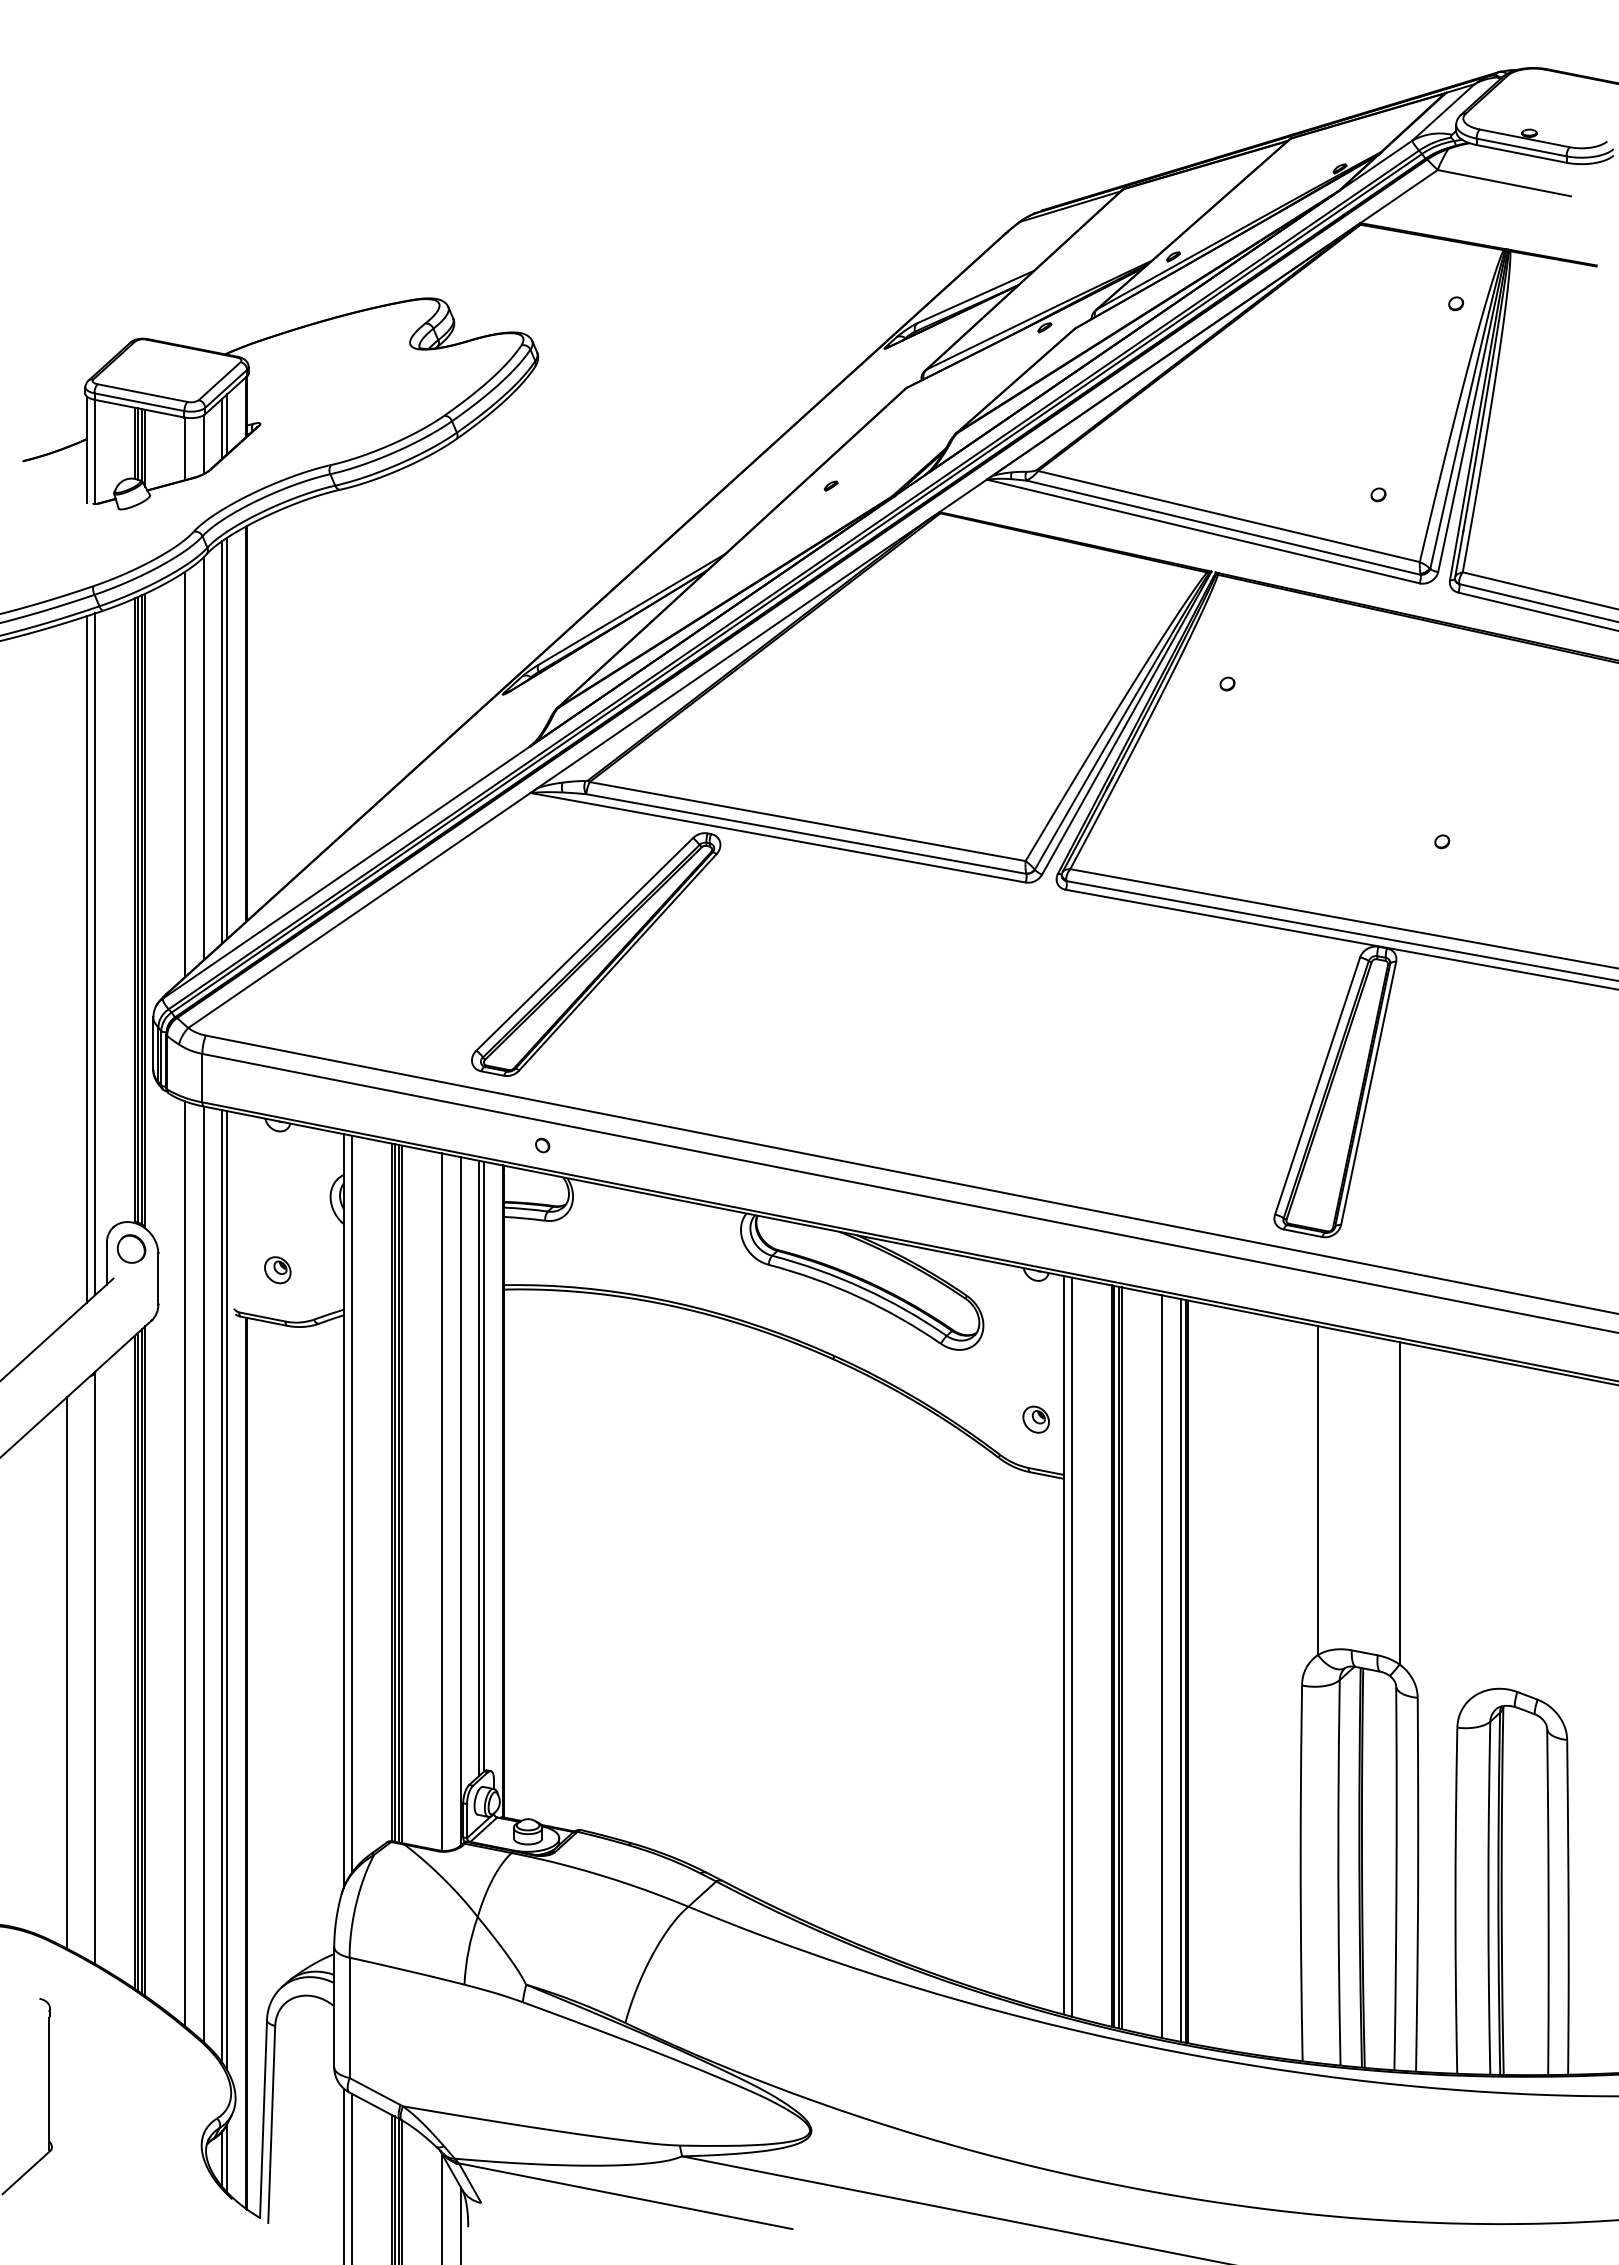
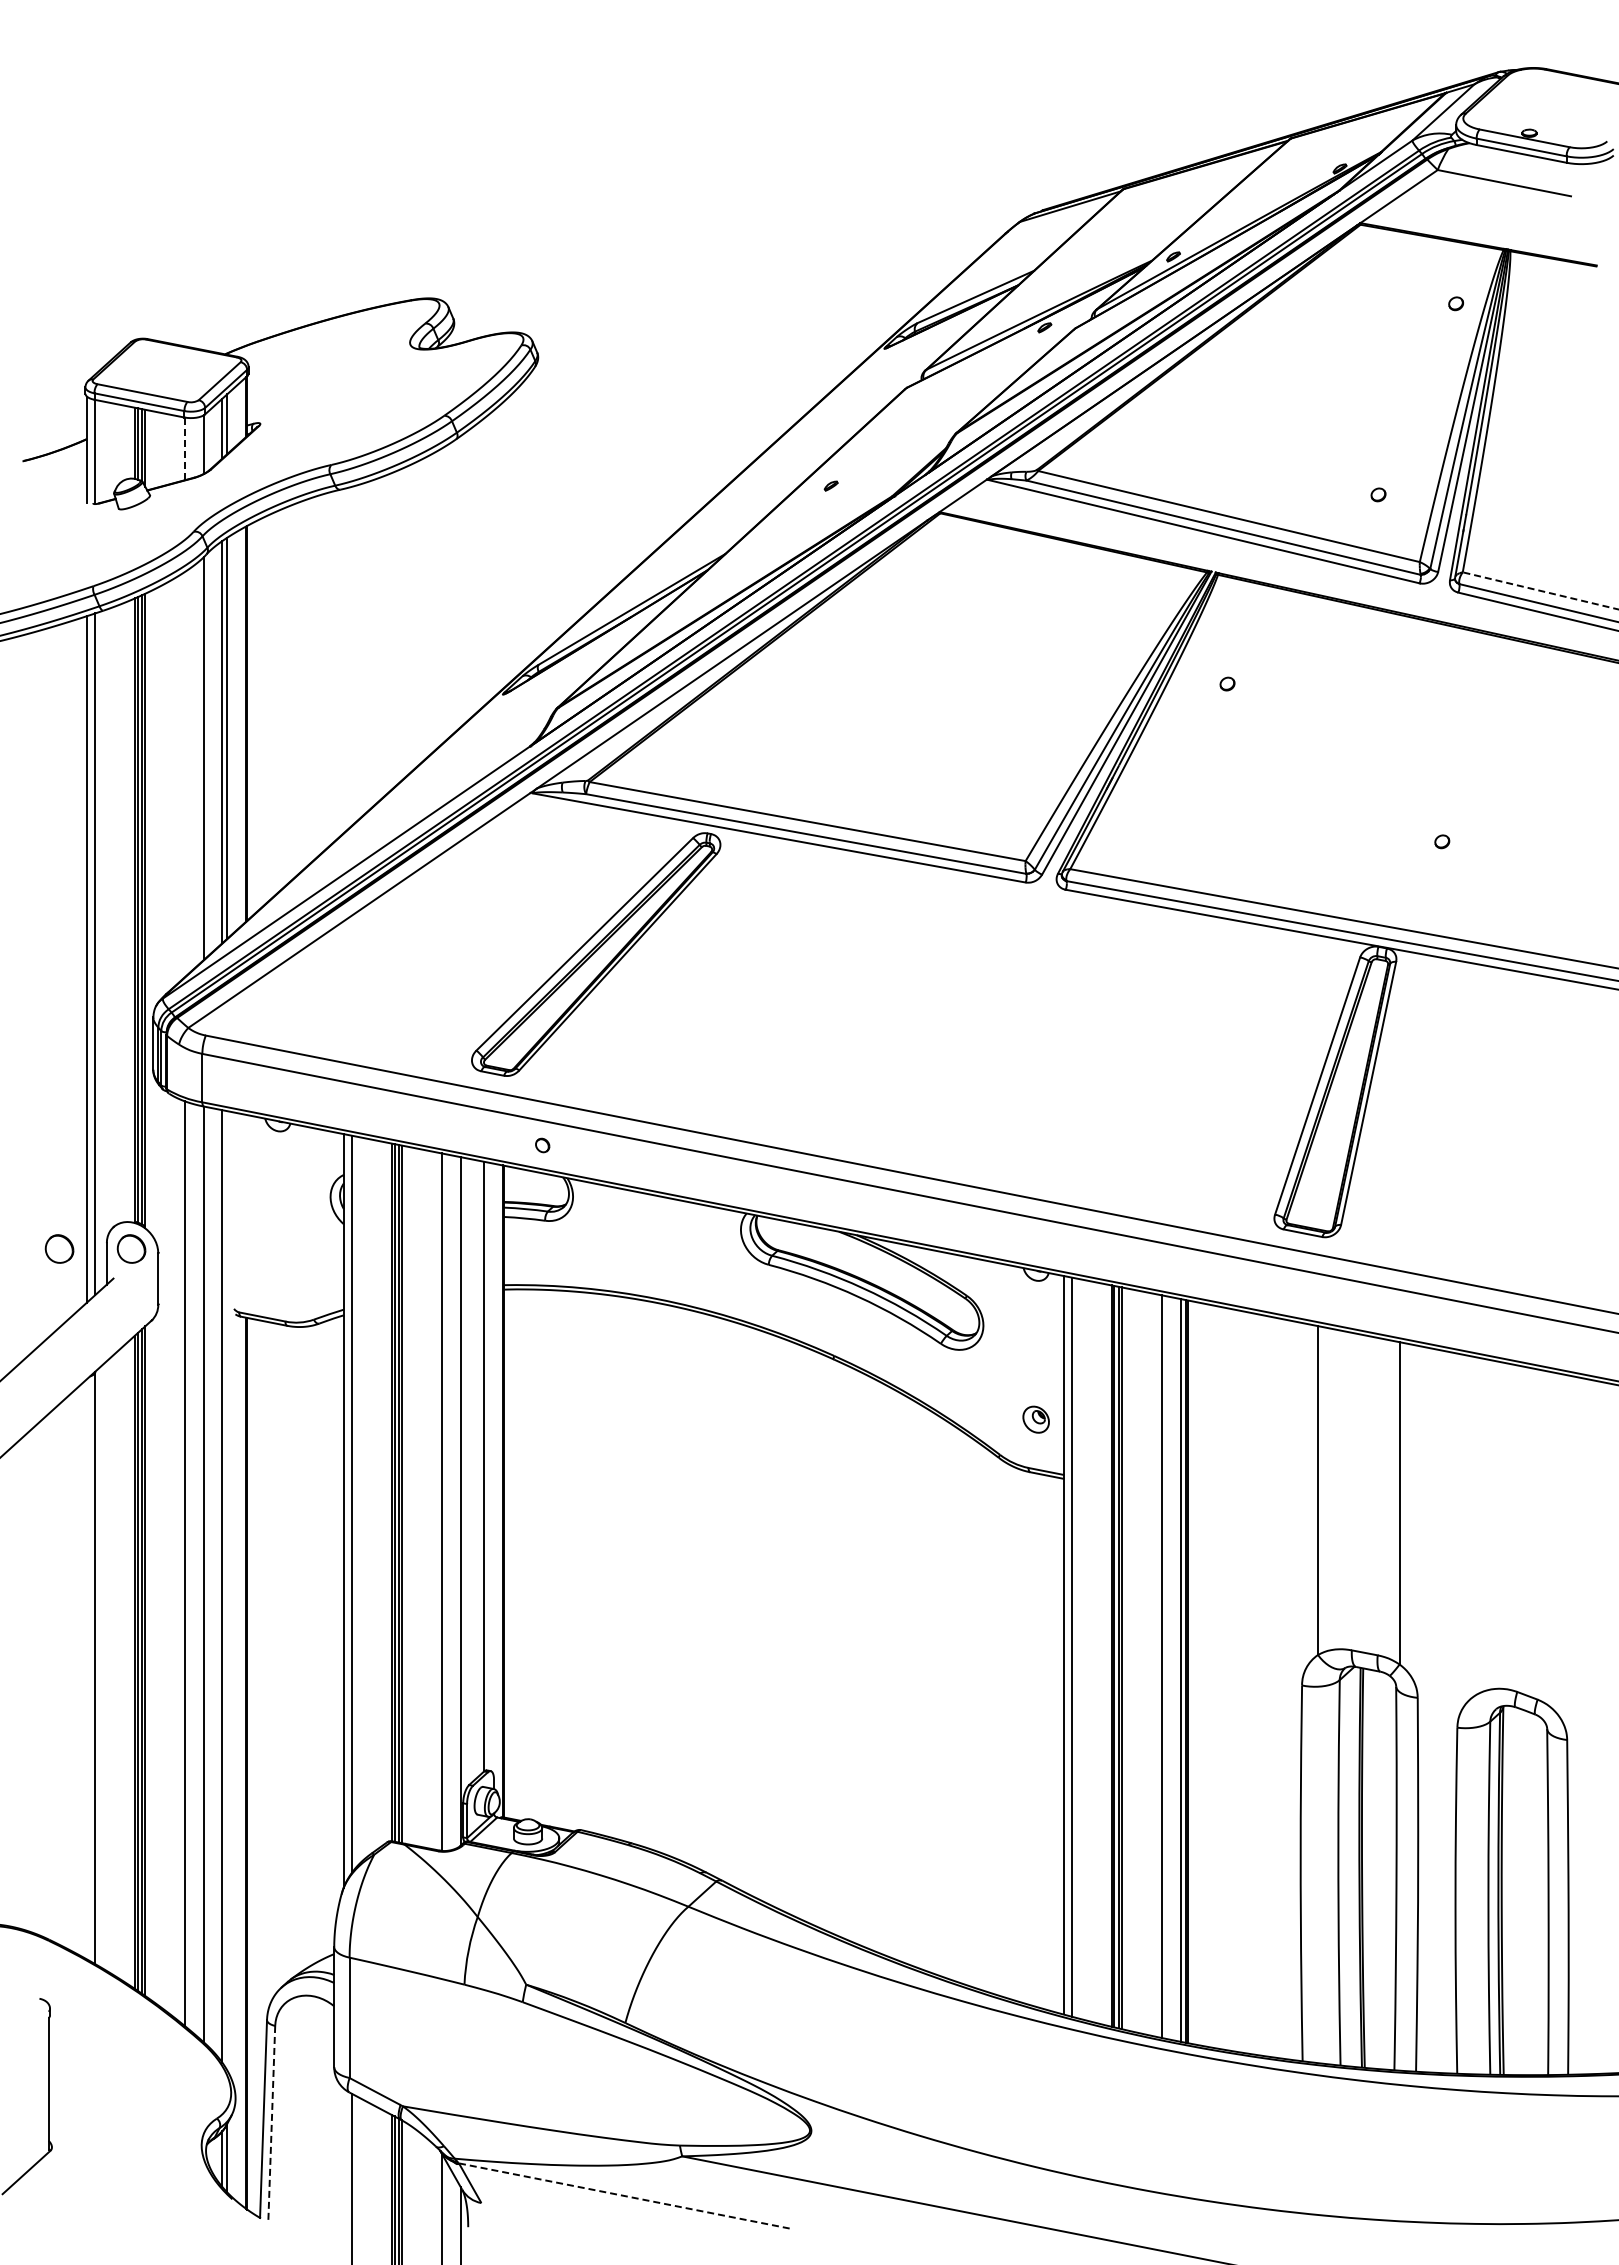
line at (185, 449): solid -> dashed
line at (1540, 590): solid -> dashed
line at (185, 774): present -> none
part at (59, 1248): none -> present
part at (277, 1270): present -> none
line at (479, 1467): present -> none
line at (227, 1590): present -> none
line at (67, 1672): present -> none
line at (271, 2124): solid -> dashed
line at (343, 2174): present -> none
line at (625, 2196): solid -> dashed
